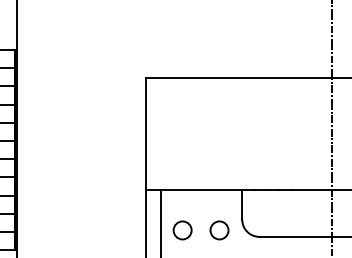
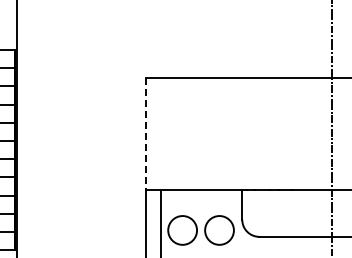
line at (145, 134): solid -> dashed
circle at (182, 230) diameter: 18 px -> 29 px
circle at (219, 230) diameter: 18 px -> 29 px
